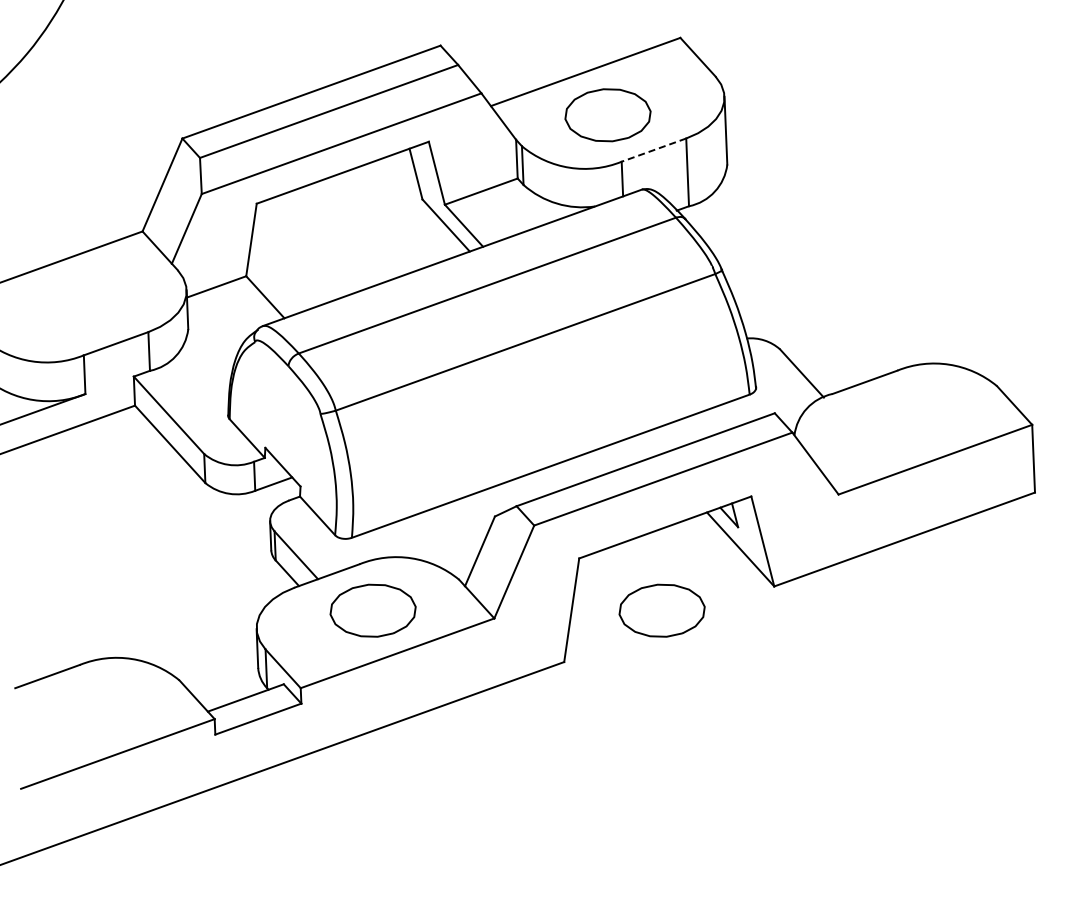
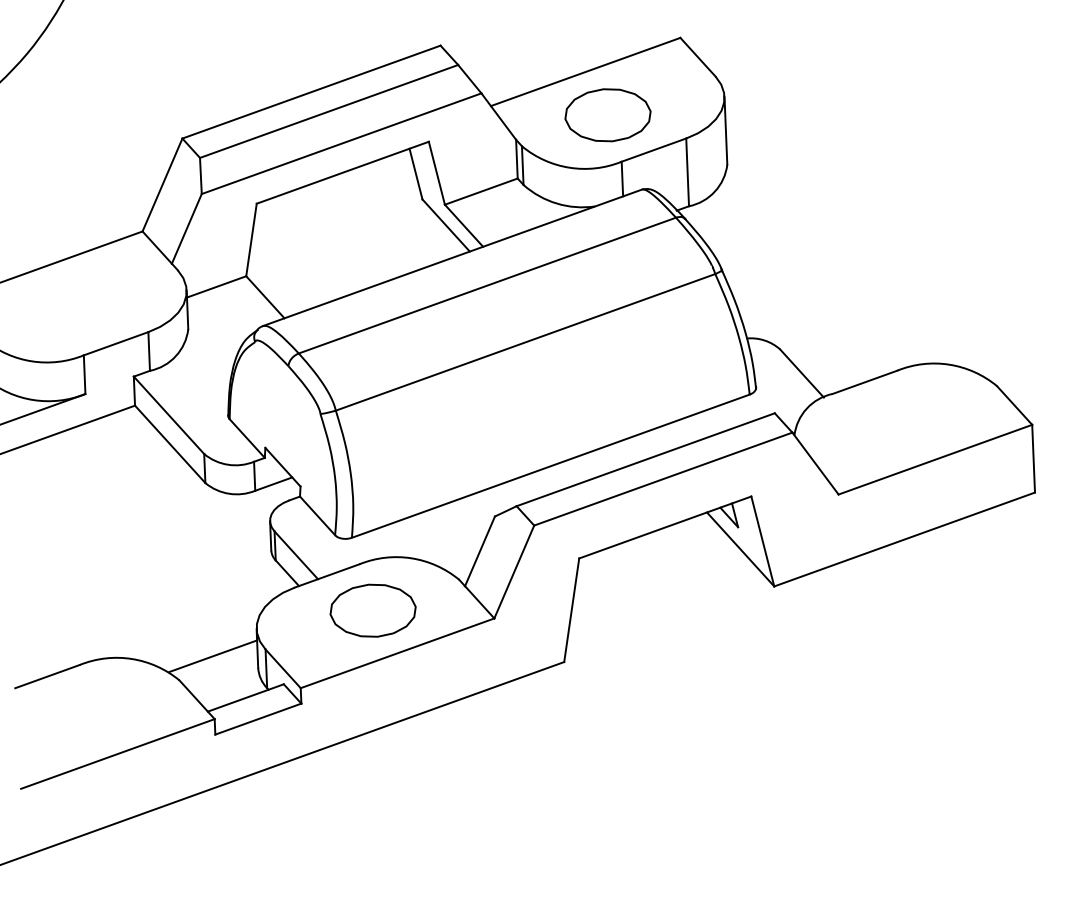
line at (653, 150): dashed -> solid
part at (661, 610): present -> none
line at (213, 655): none -> present
